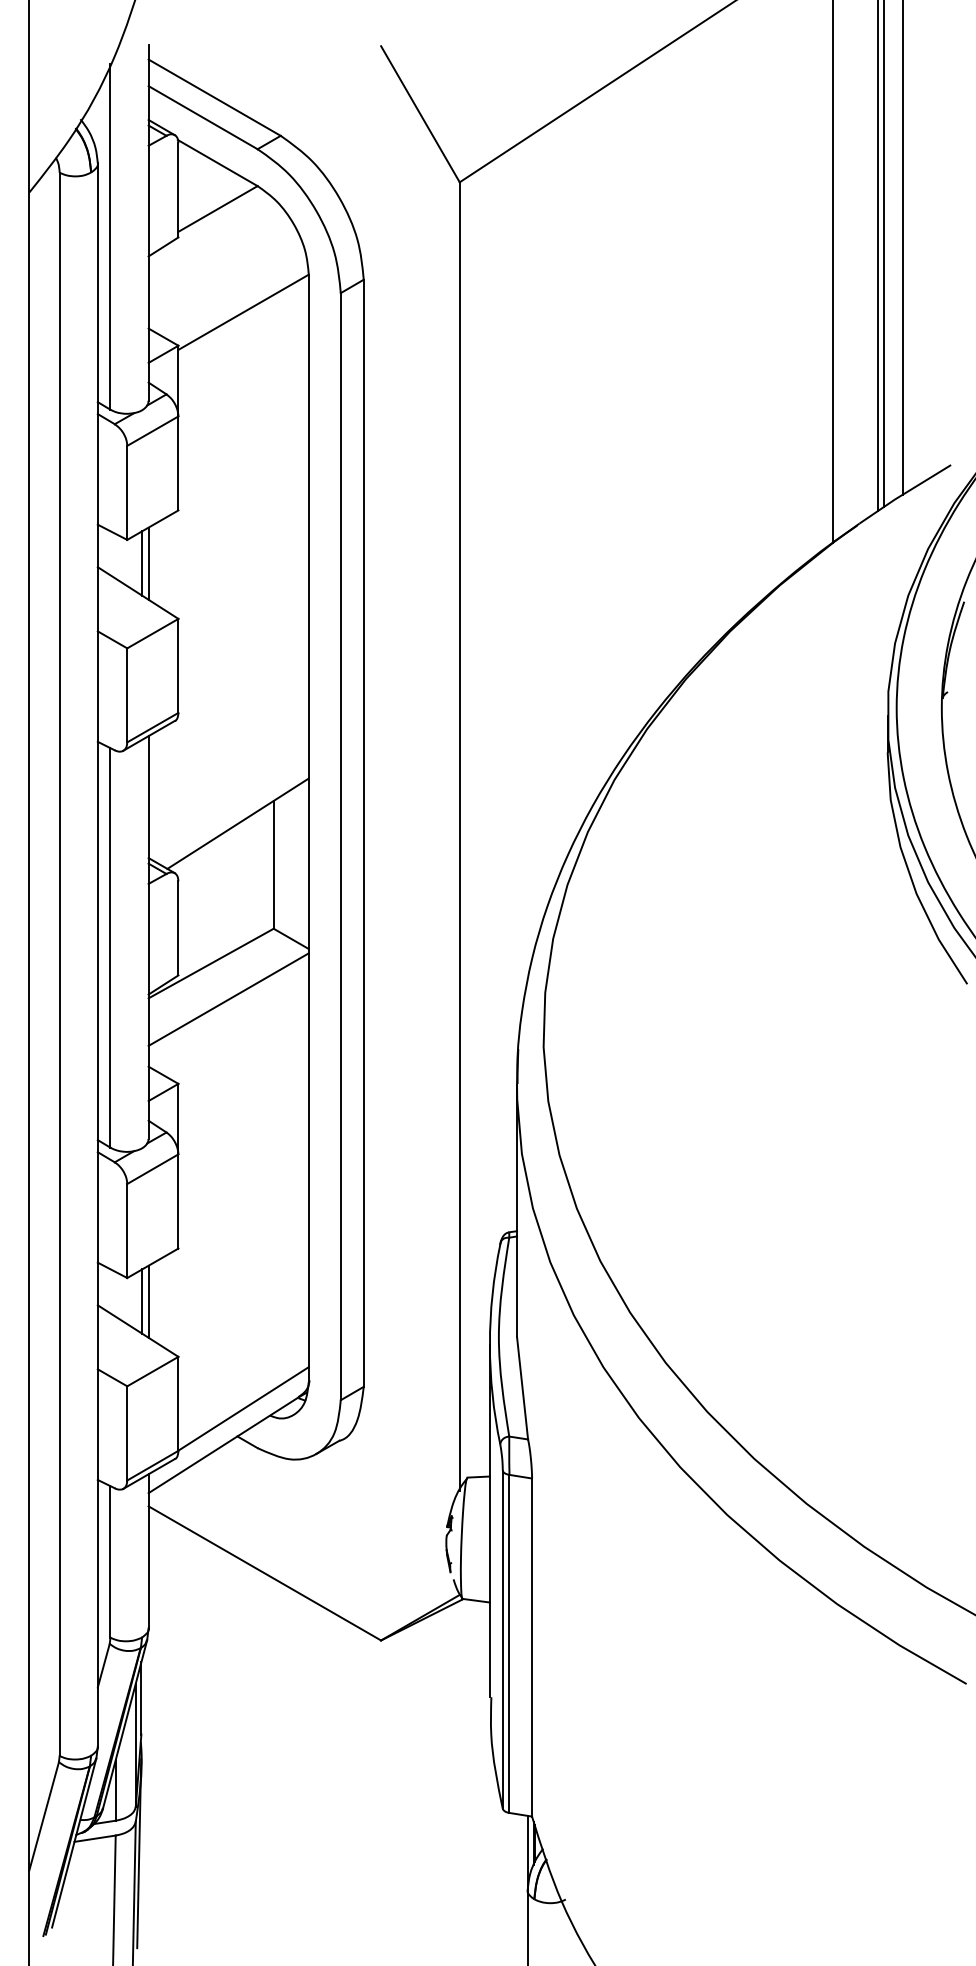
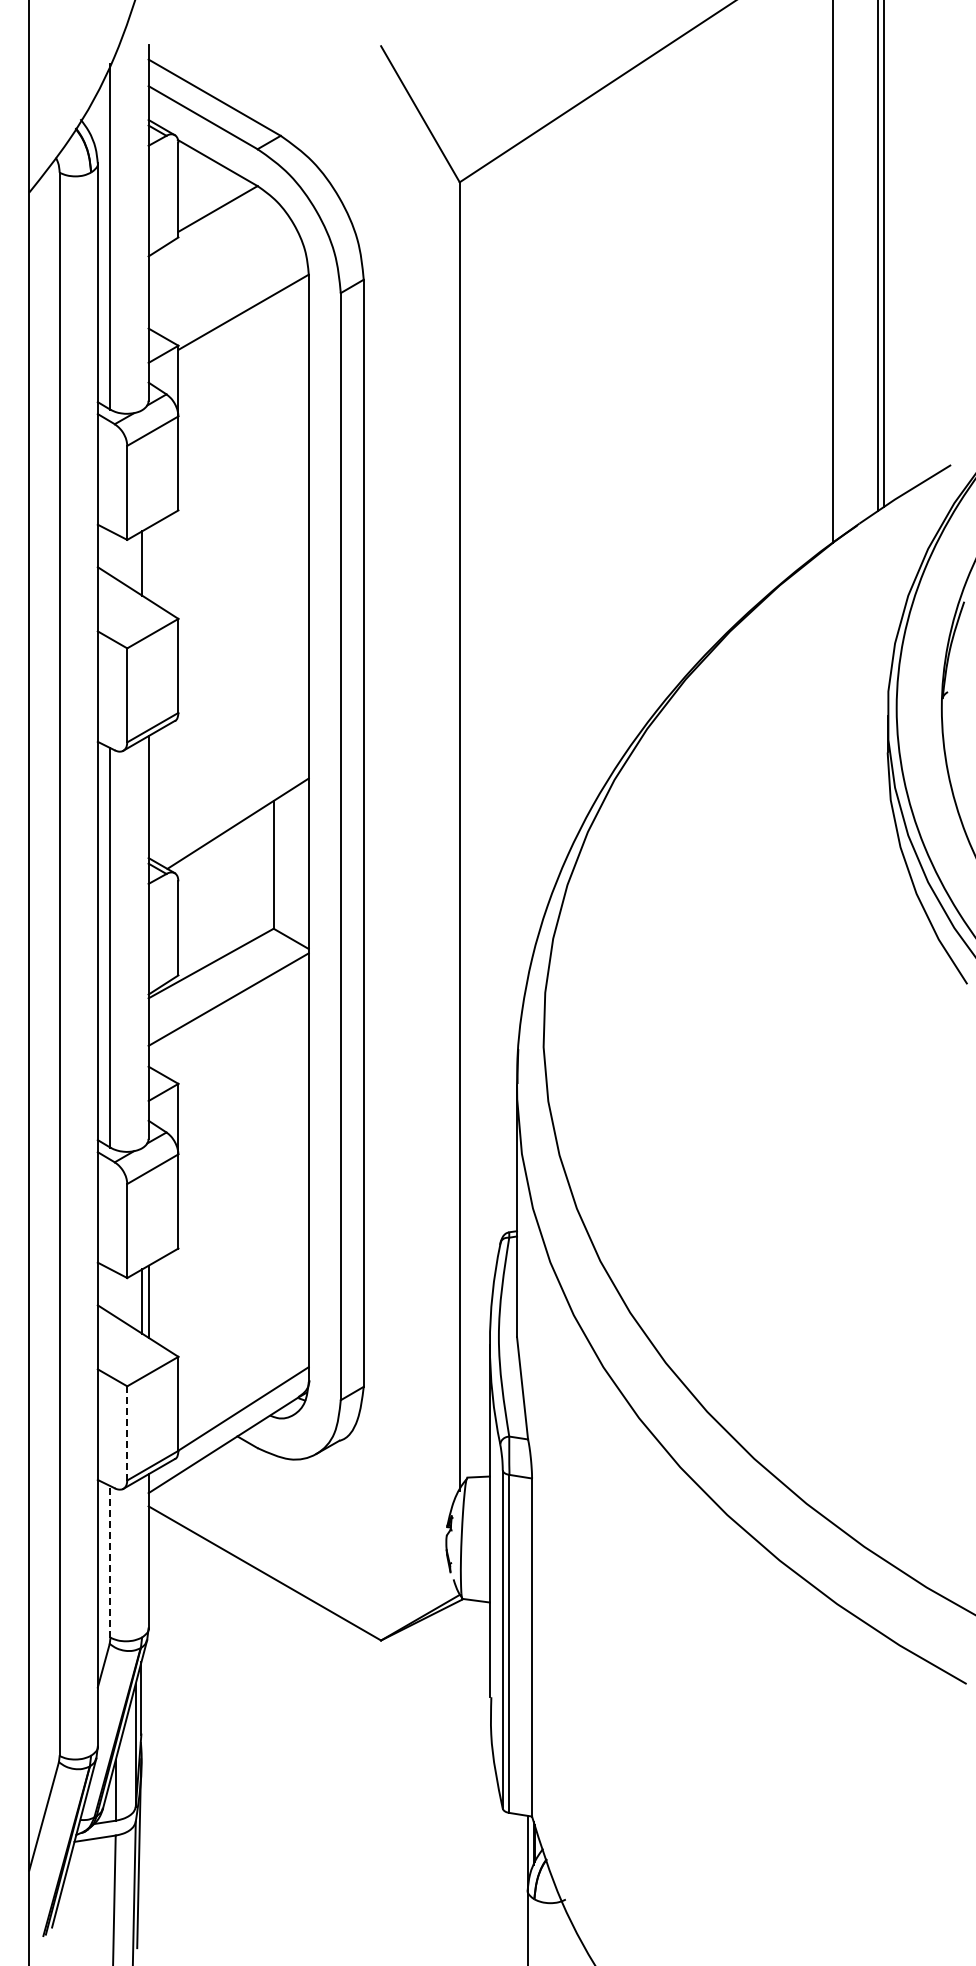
line at (902, 248): present -> none
line at (148, 563): present -> none
line at (127, 1432): solid -> dashed
line at (110, 1562): solid -> dashed
